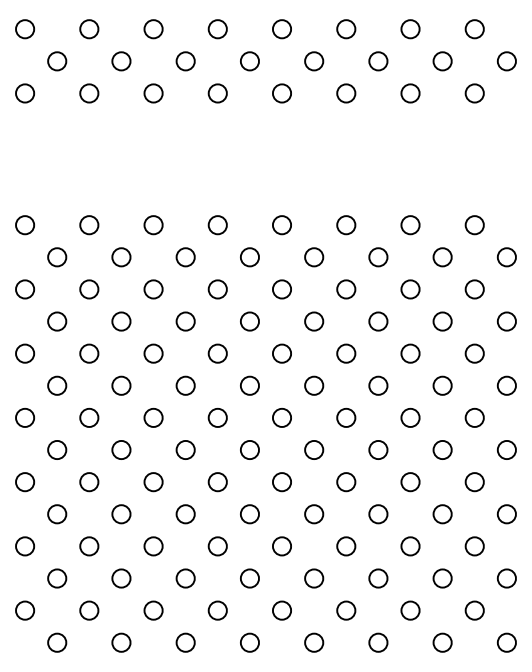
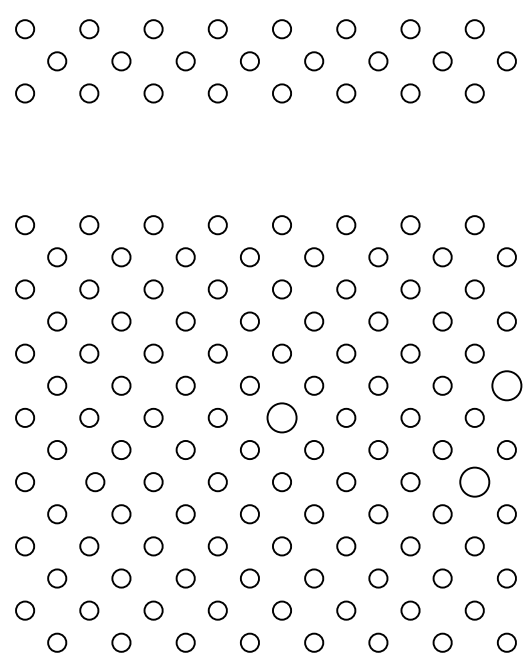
circle at (506, 385) diameter: 18 px -> 29 px
circle at (281, 417) diameter: 18 px -> 29 px
circle at (89, 482) position: (89, 482) -> (95, 482)
circle at (474, 482) diameter: 18 px -> 29 px
